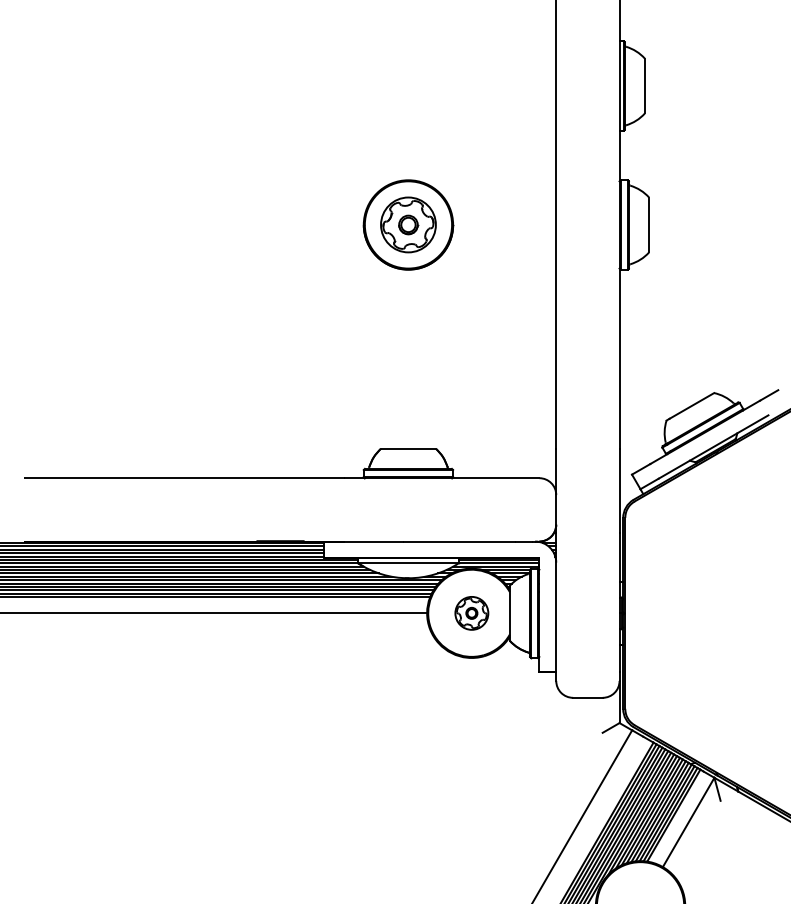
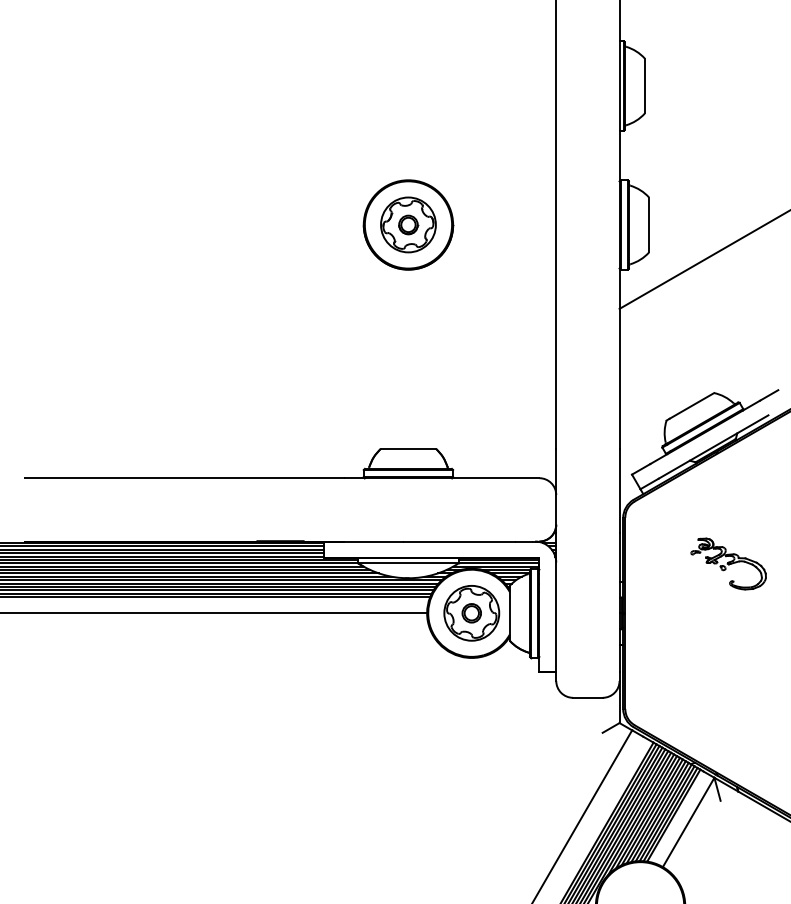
line at (703, 259): none -> present
part at (728, 563): none -> present
part at (471, 613) size: 36x35 px -> 58x57 px
